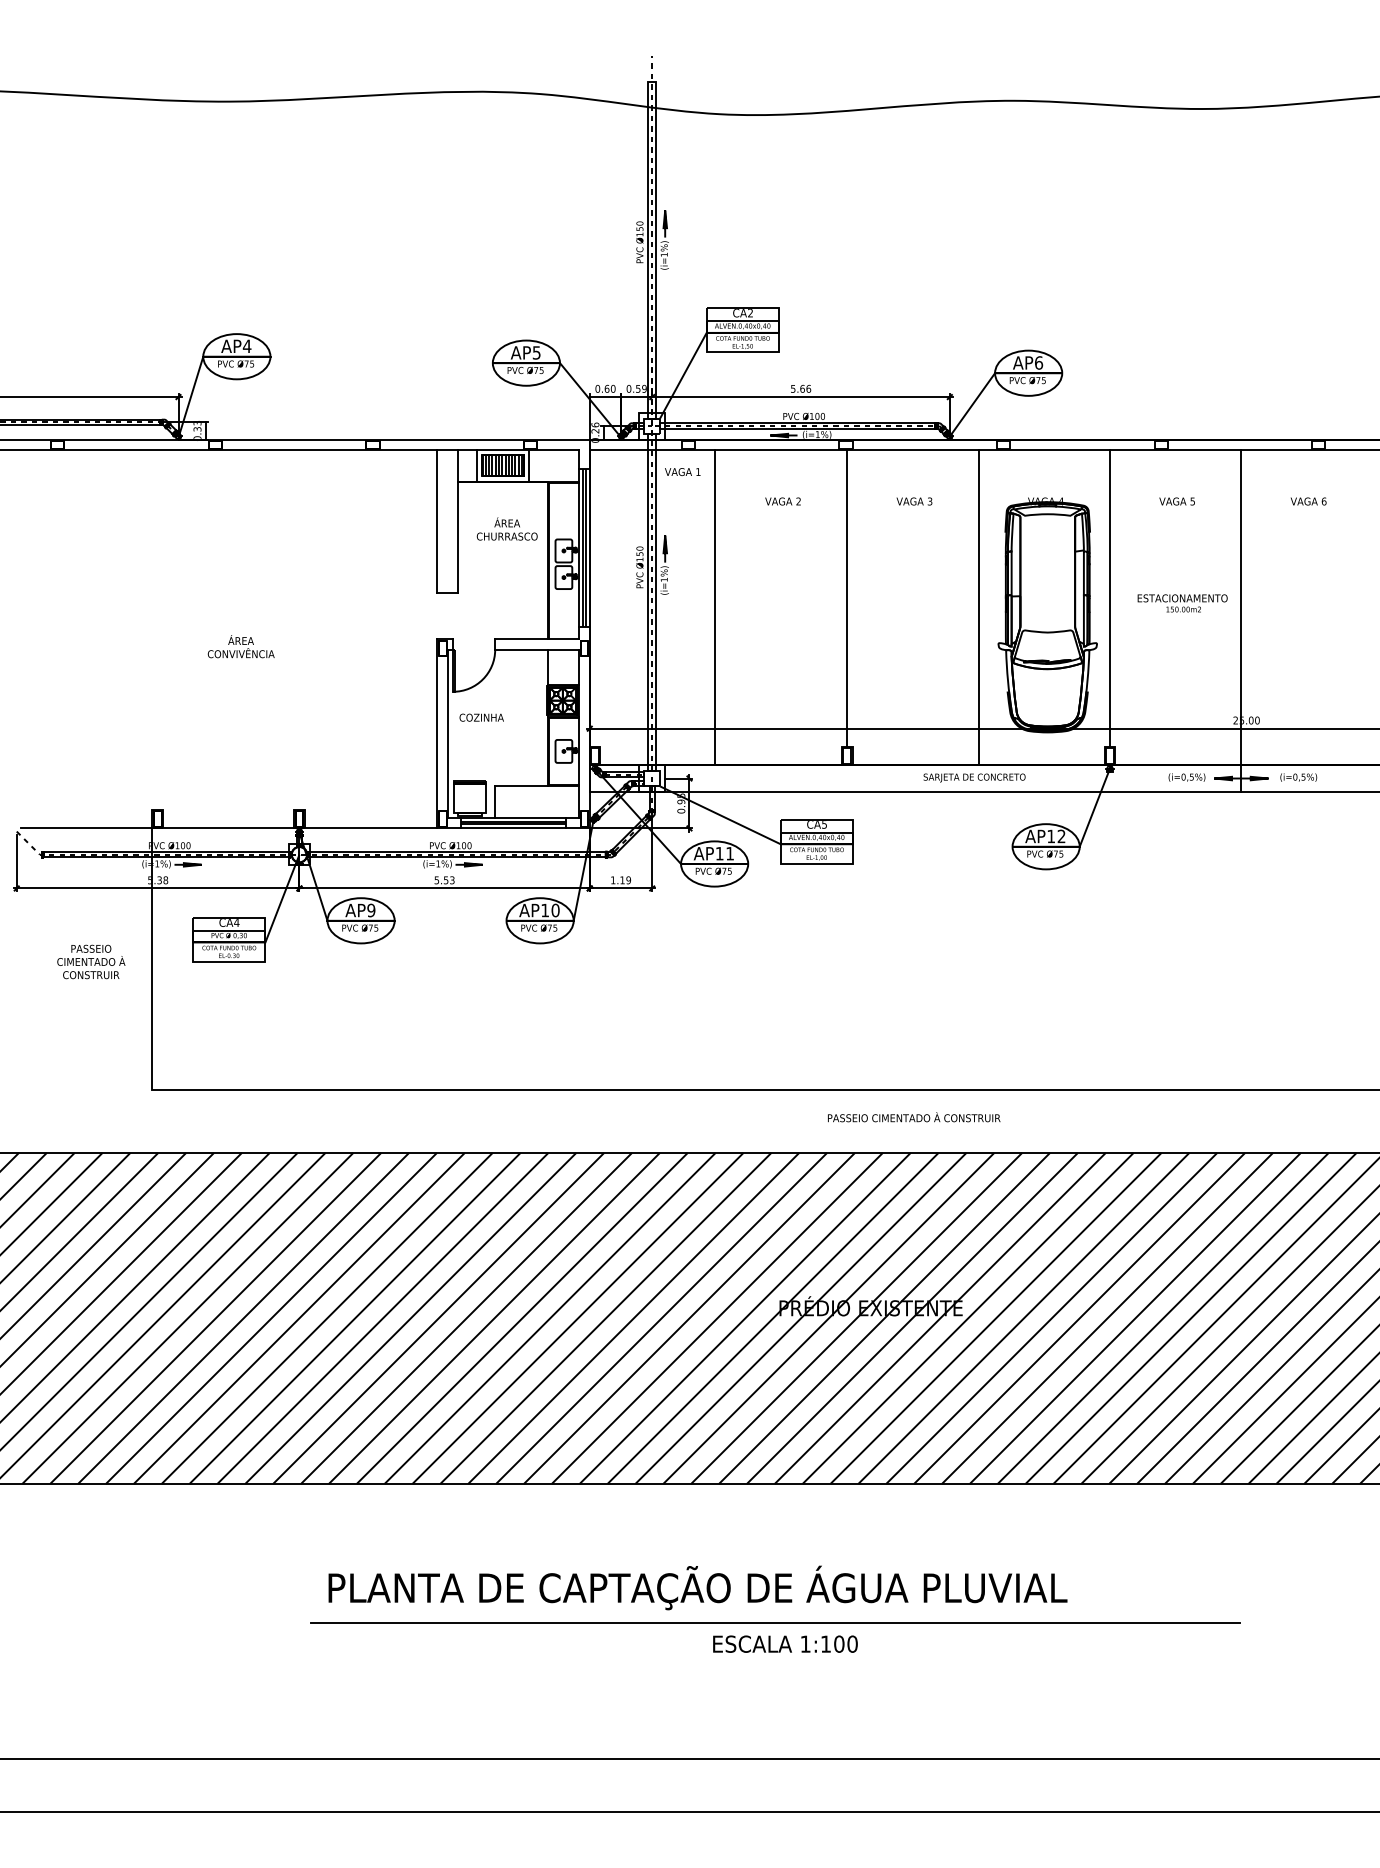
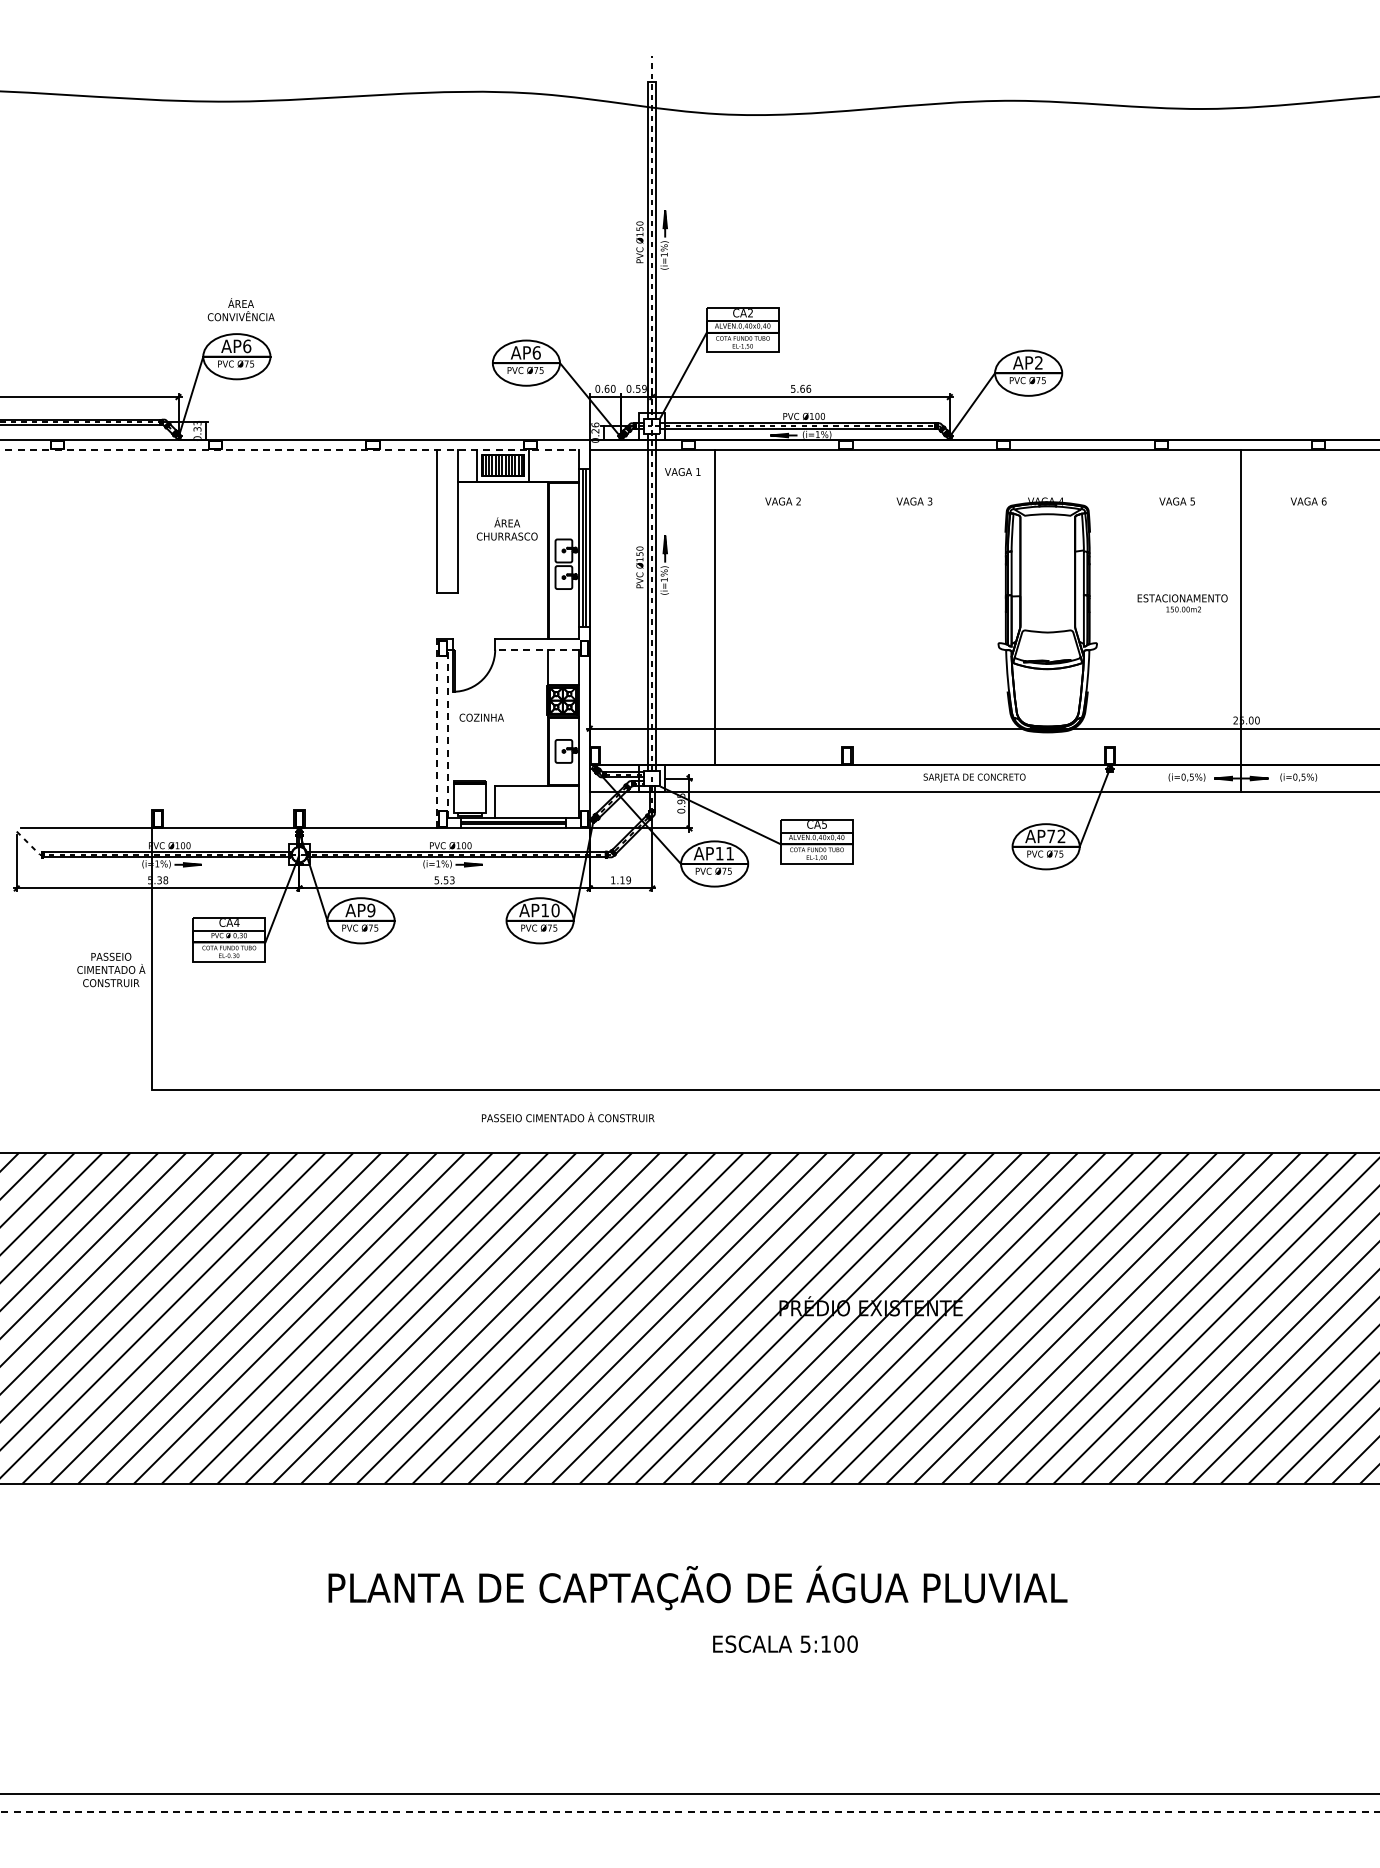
text at (246, 346): AP4 -> AP6
text at (536, 352): AP5 -> AP6
text at (1039, 362): AP6 -> AP2
line at (290, 450): solid -> dashed
line at (847, 598): present -> none
line at (1110, 598): present -> none
line at (978, 607): present -> none
text at (240, 646) position: (240, 646) -> (240, 309)
line at (536, 649): solid -> dashed
line at (437, 733): solid -> dashed
line at (447, 733): solid -> dashed
text at (1050, 836): AP12 -> AP72
text at (91, 961) position: (91, 961) -> (111, 969)
text at (914, 1117) position: (914, 1117) -> (568, 1117)
line at (774, 1622): present -> none
text at (805, 1643): 1:100 -> 5:100
line at (689, 1759) position: (689, 1759) -> (689, 1794)
line at (690, 1811): solid -> dashed
